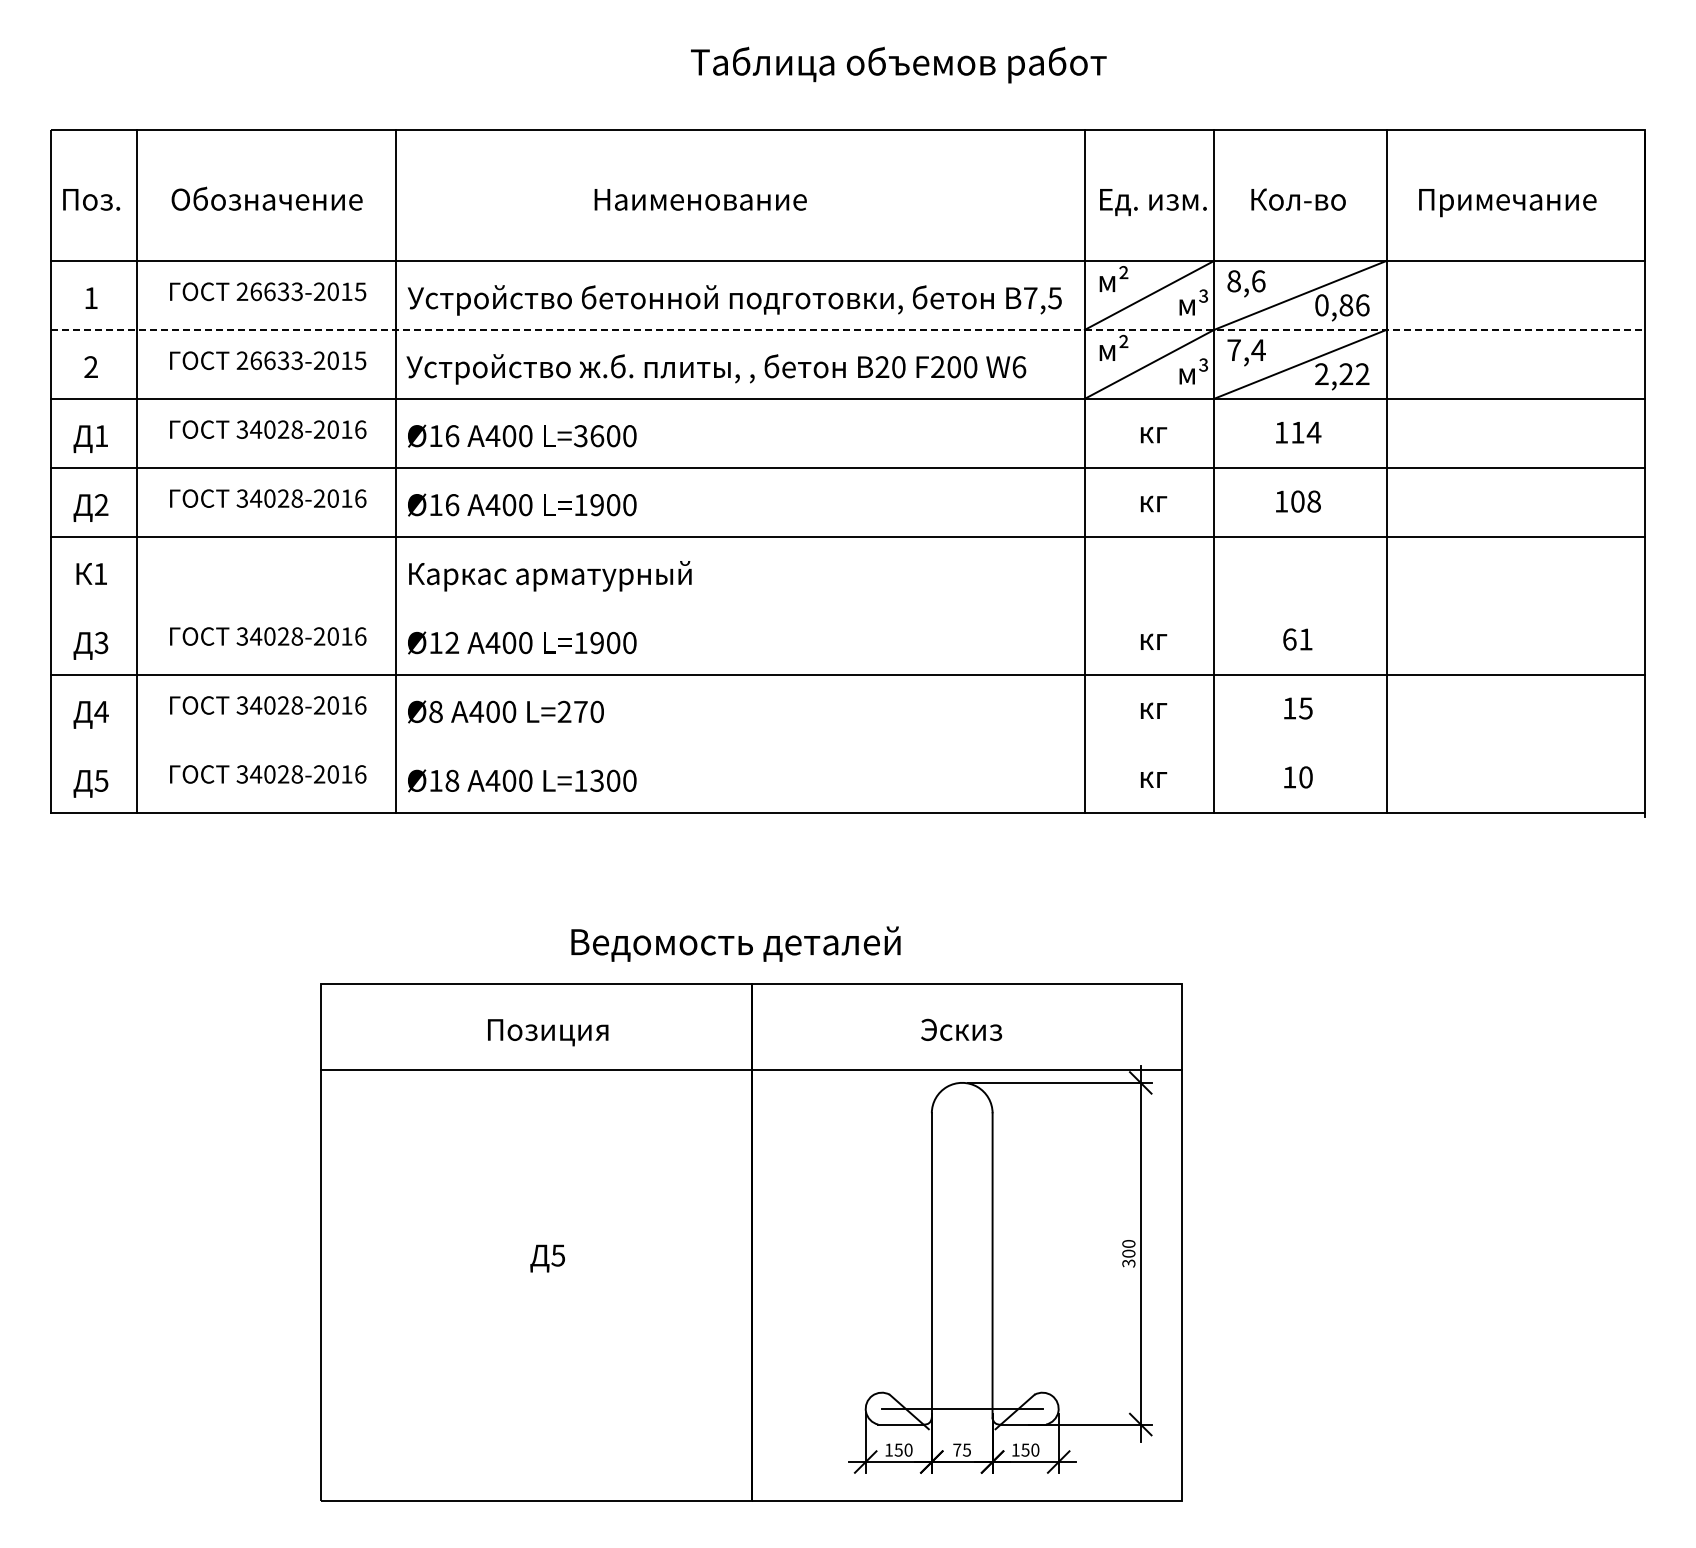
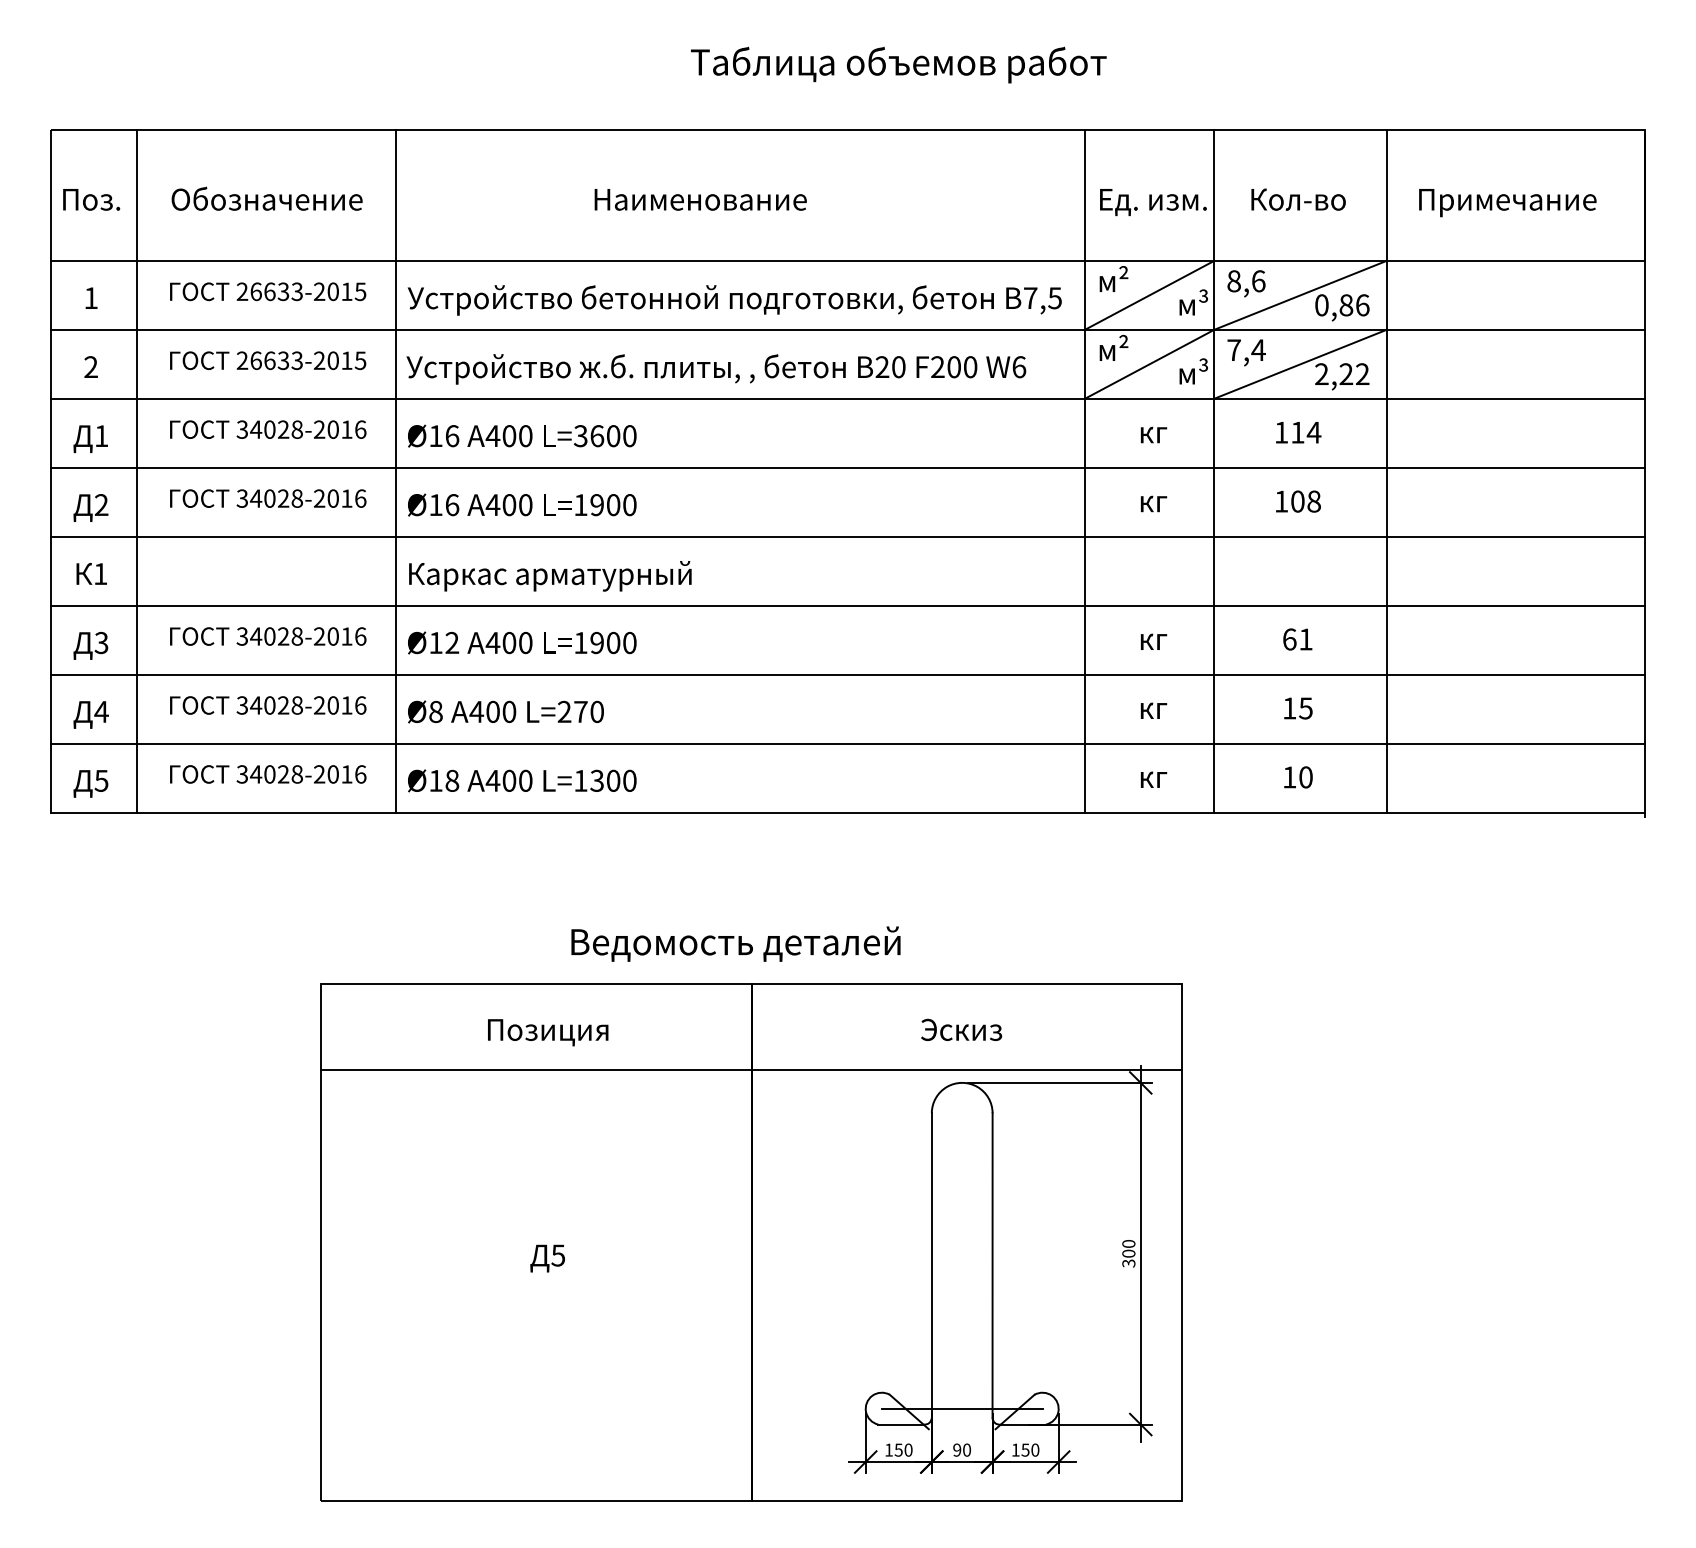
line at (848, 329): dashed -> solid
line at (847, 605): none -> present
line at (847, 743): none -> present
text at (962, 1449): 75 -> 90
